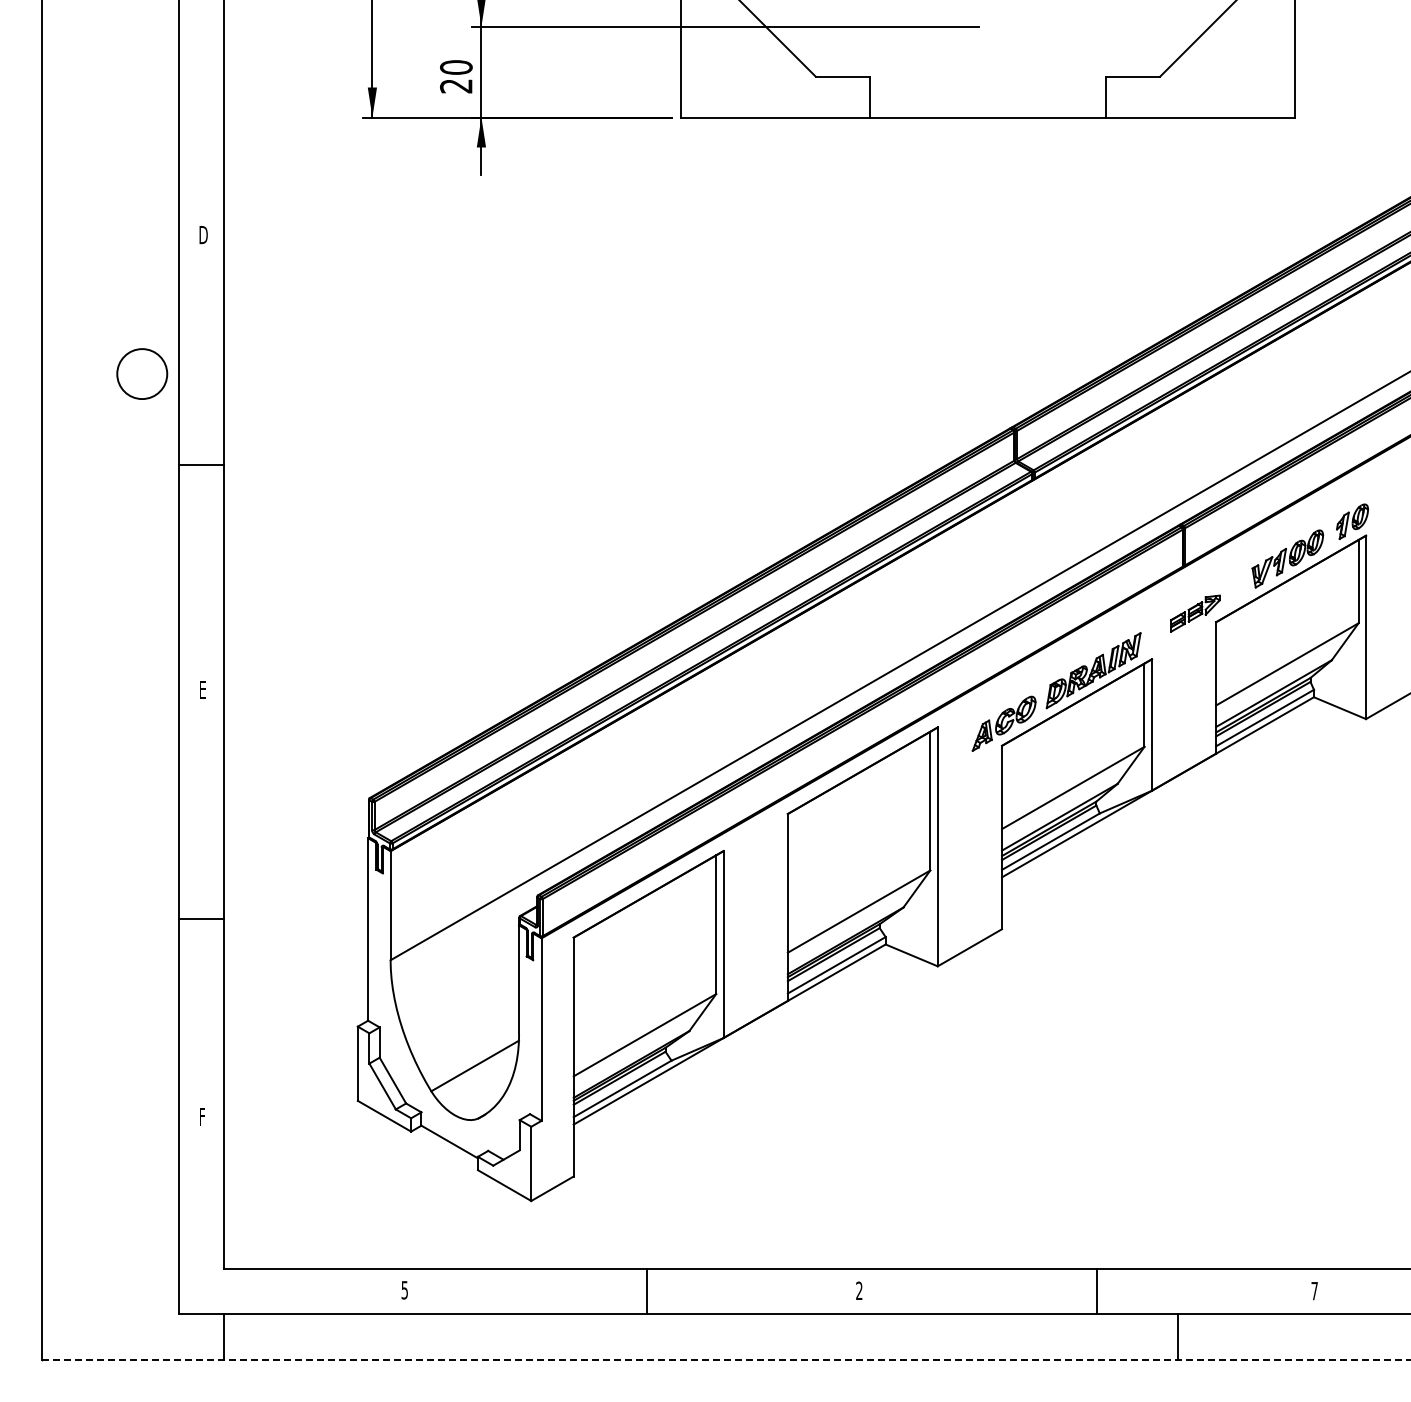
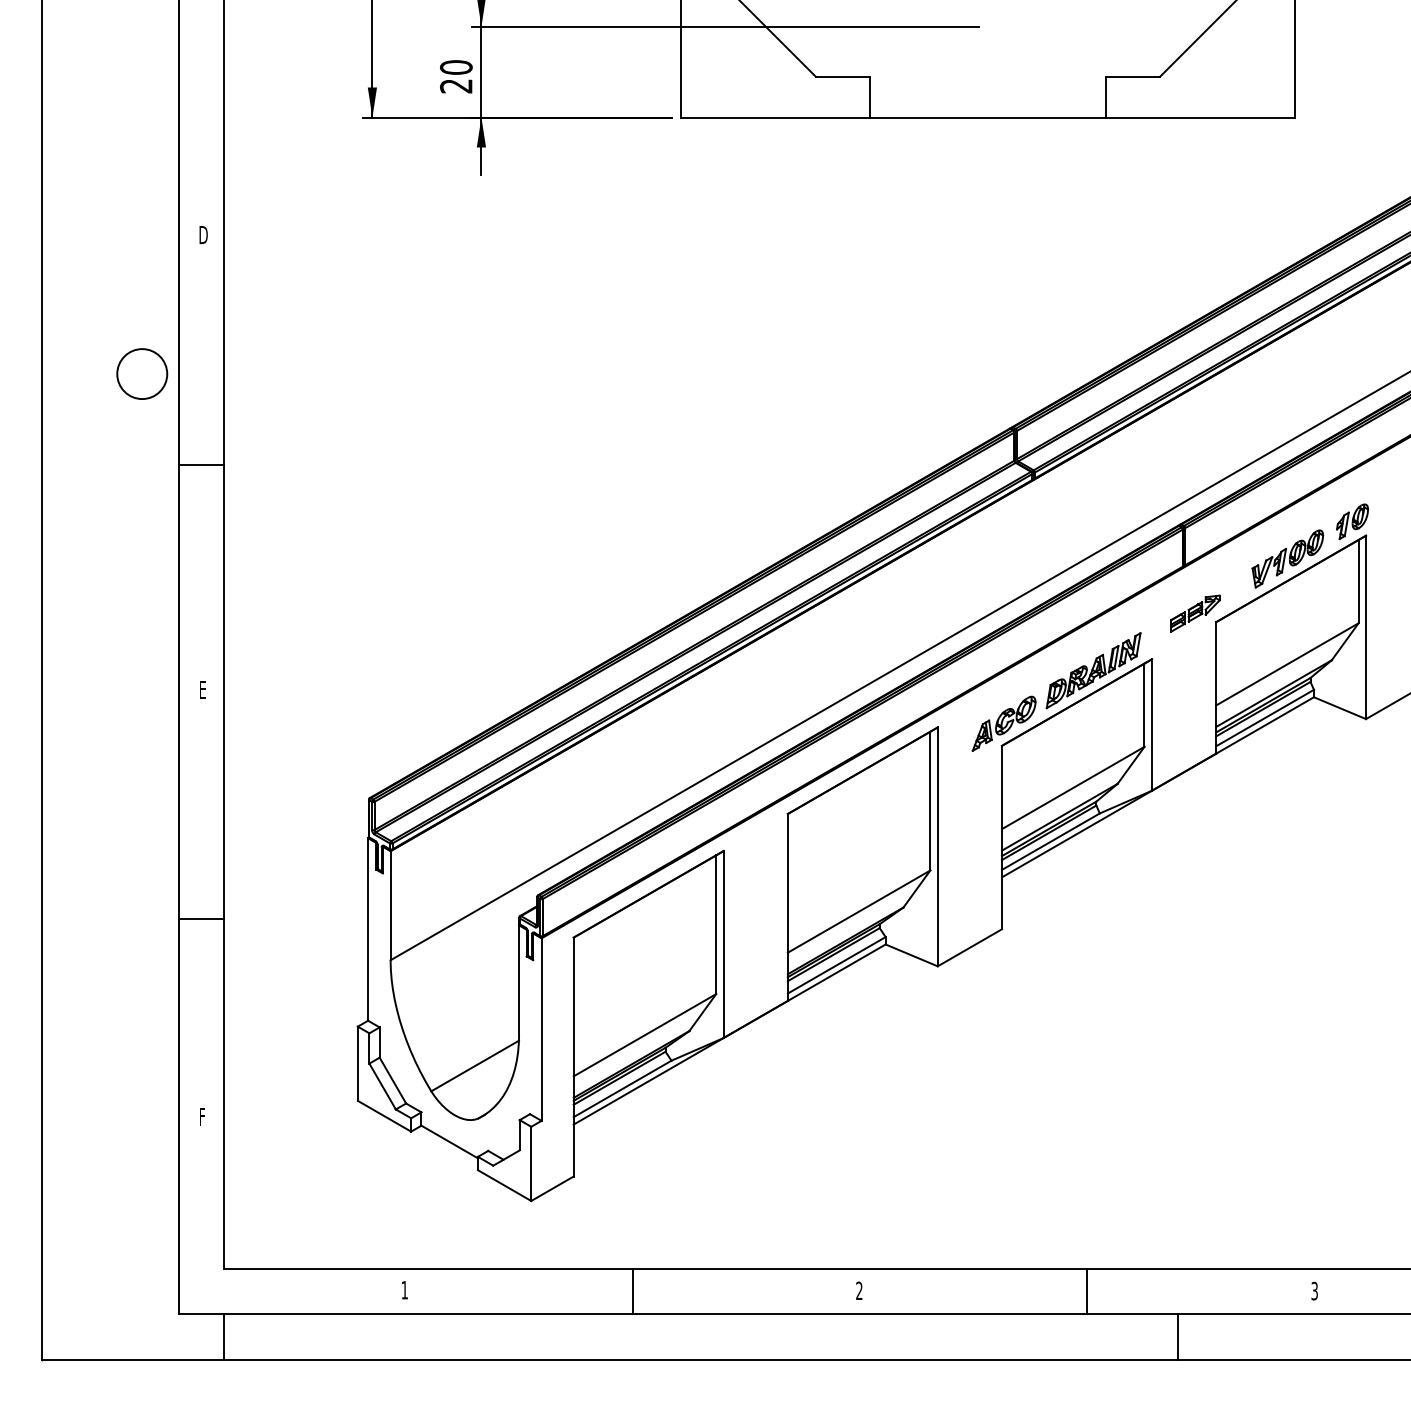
text at (404, 1290): 5 -> 1
text at (1314, 1290): 7 -> 3
line at (646, 1291) position: (646, 1291) -> (632, 1291)
line at (1097, 1291) position: (1097, 1291) -> (1087, 1291)
line at (726, 1359): dashed -> solid
